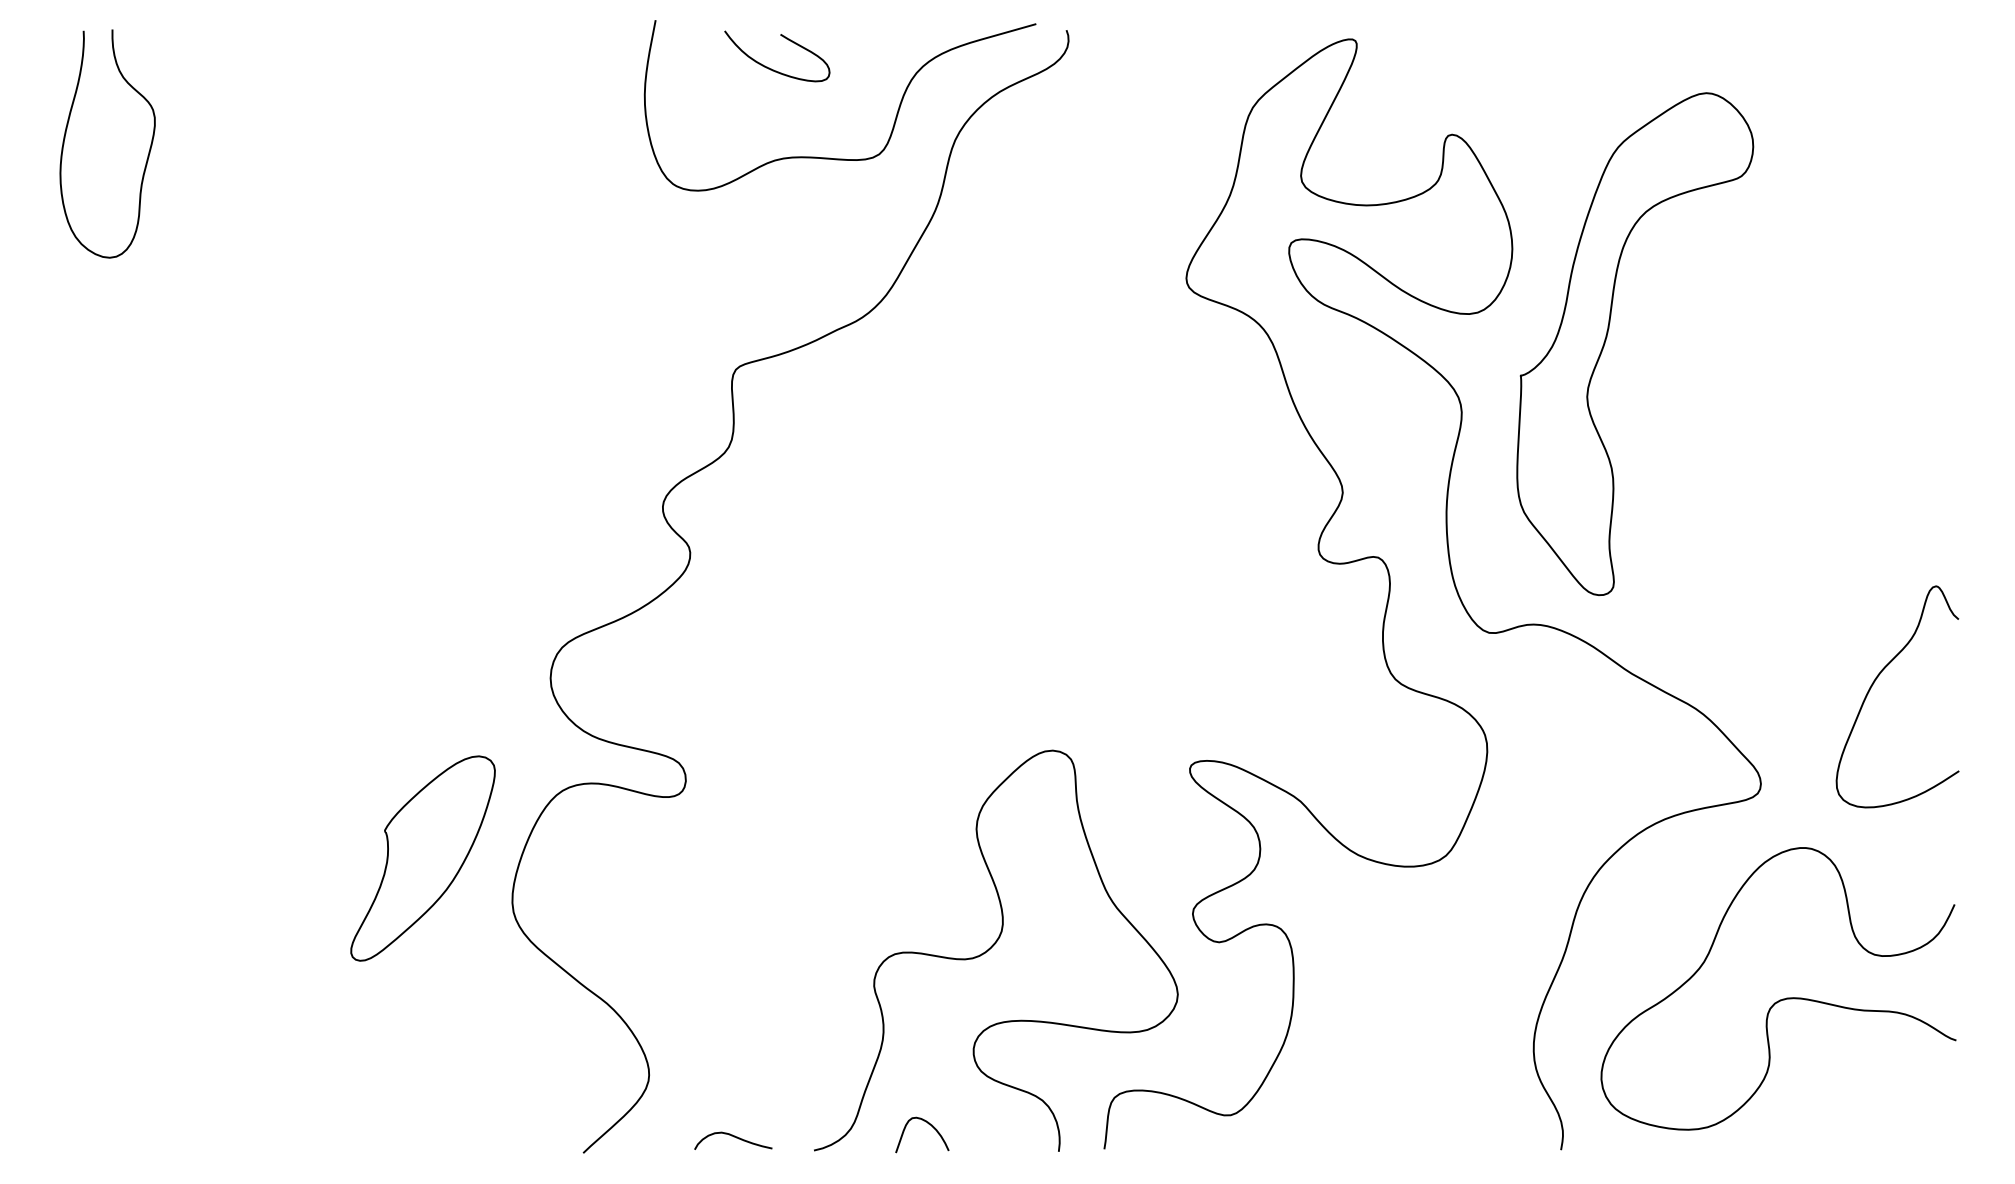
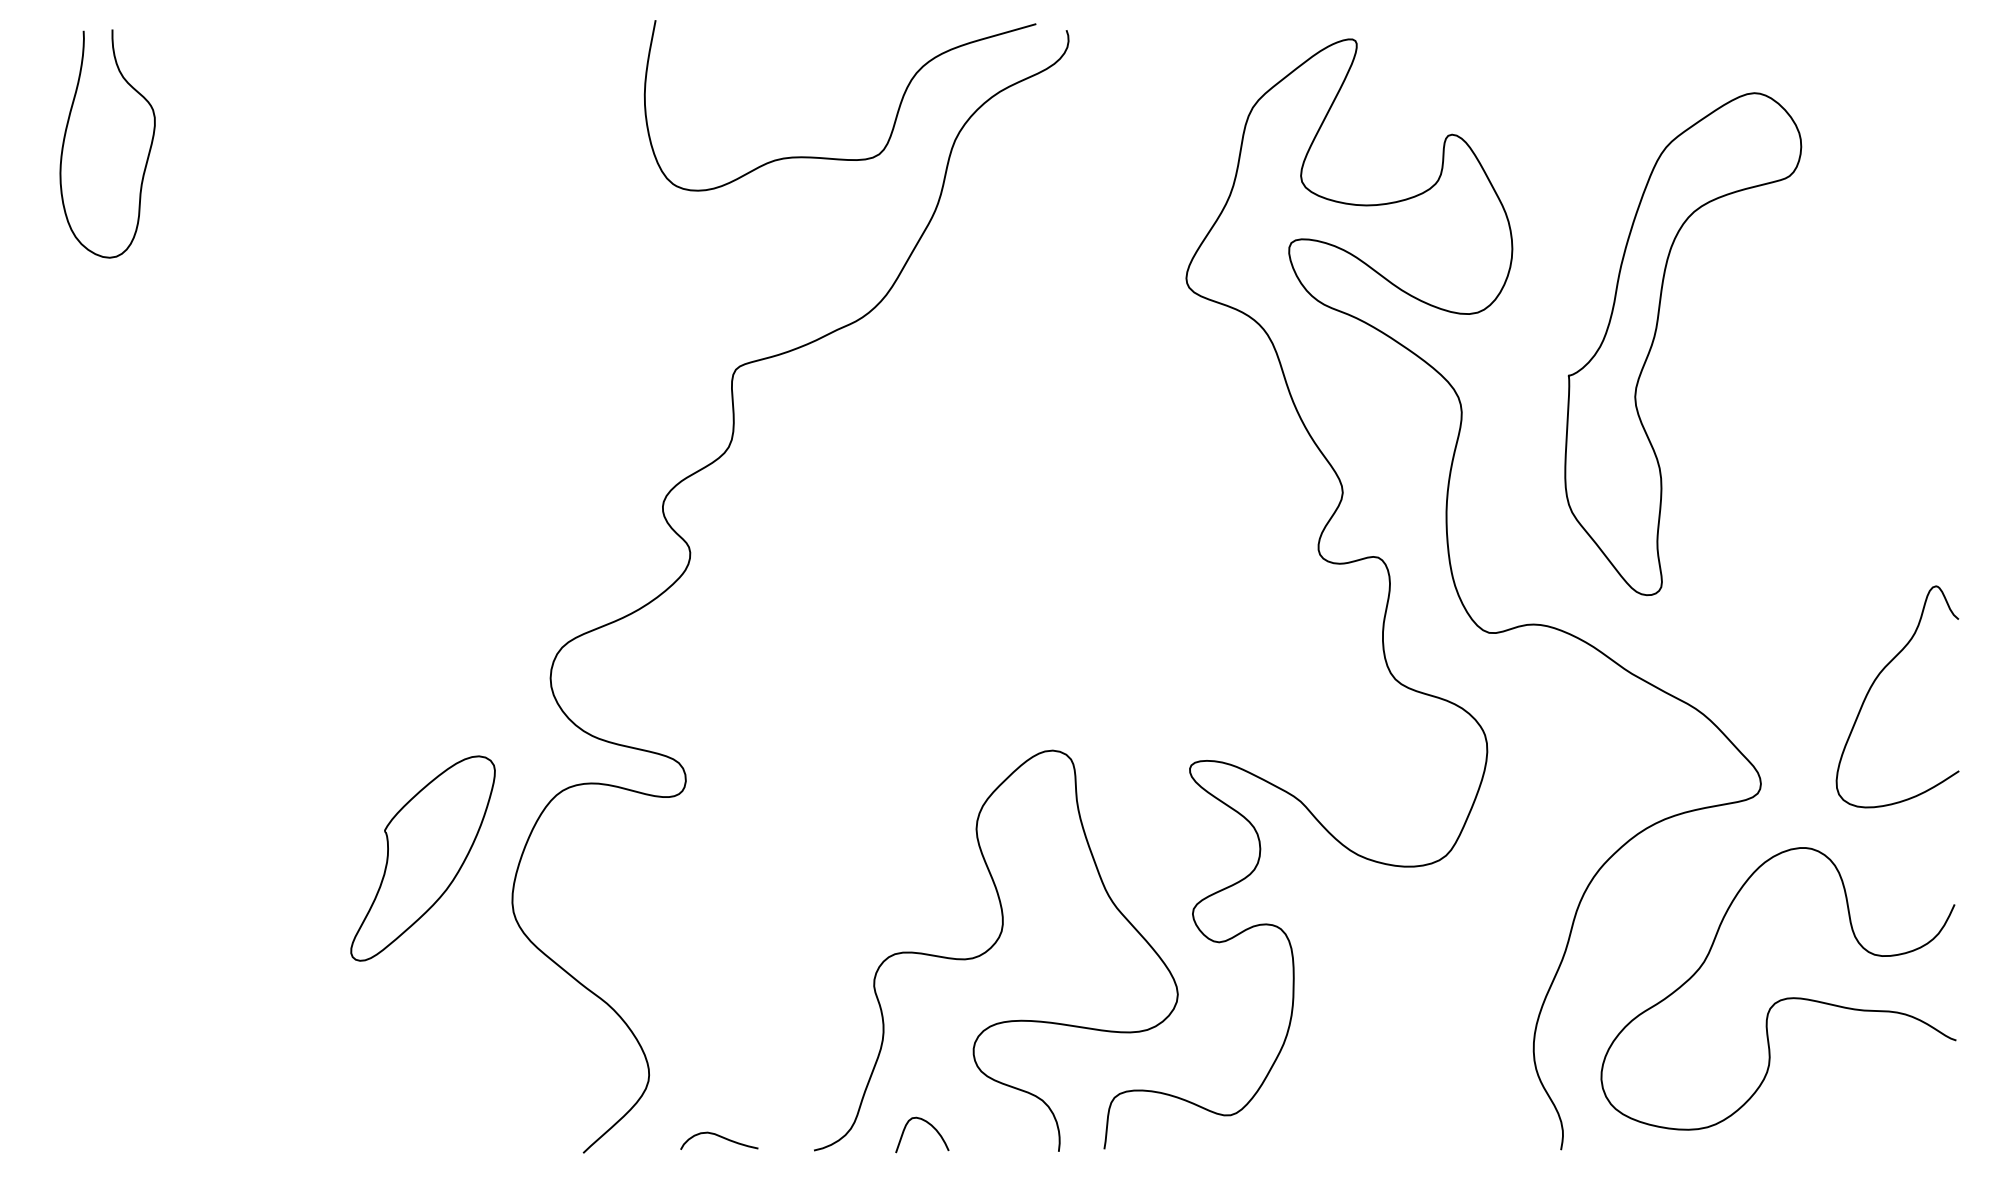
curve at (771, 68): present -> none
part at (1607, 337) position: (1607, 337) -> (1655, 337)
curve at (733, 1137) position: (733, 1137) -> (719, 1137)
